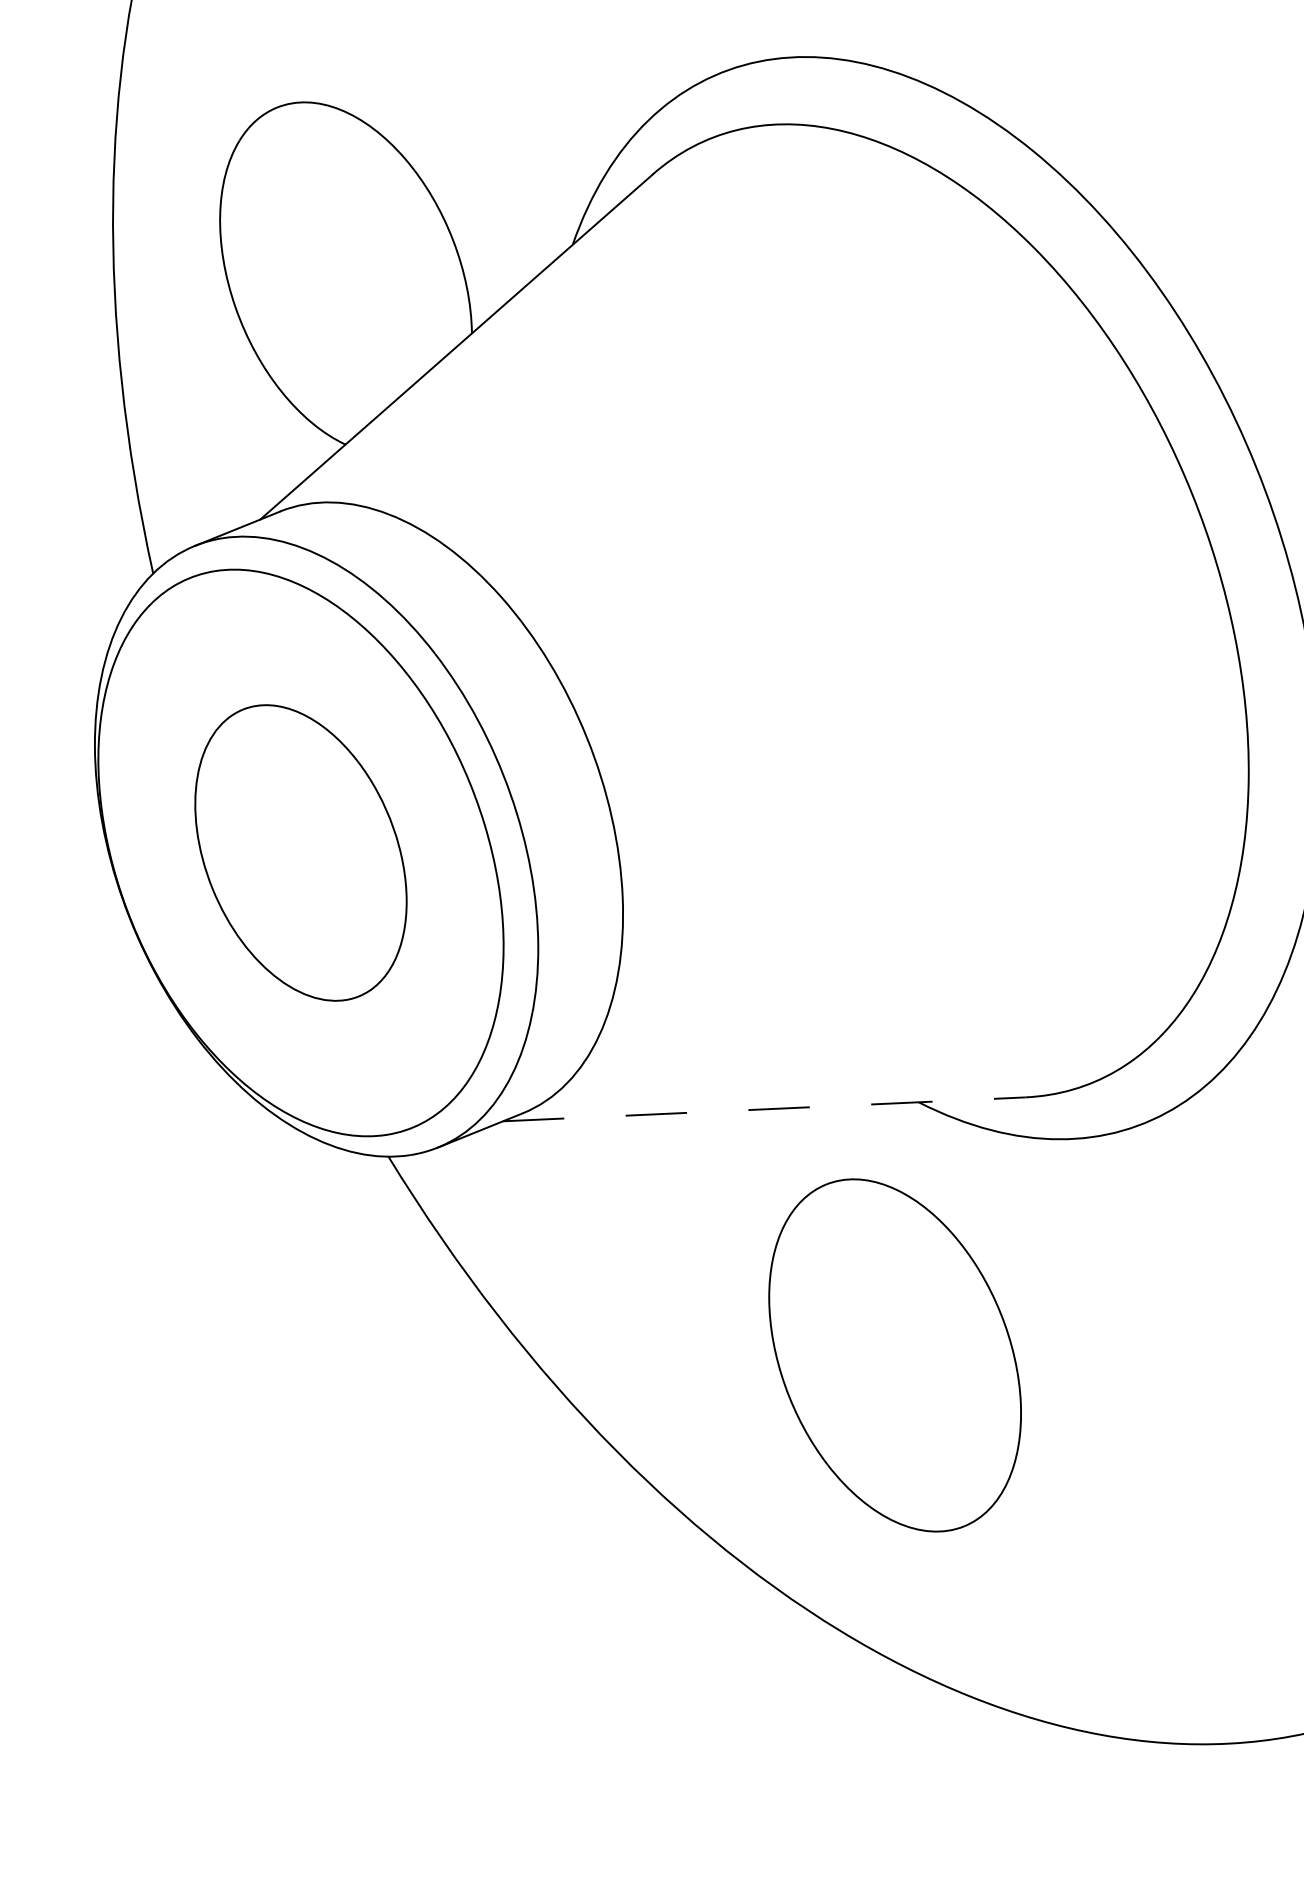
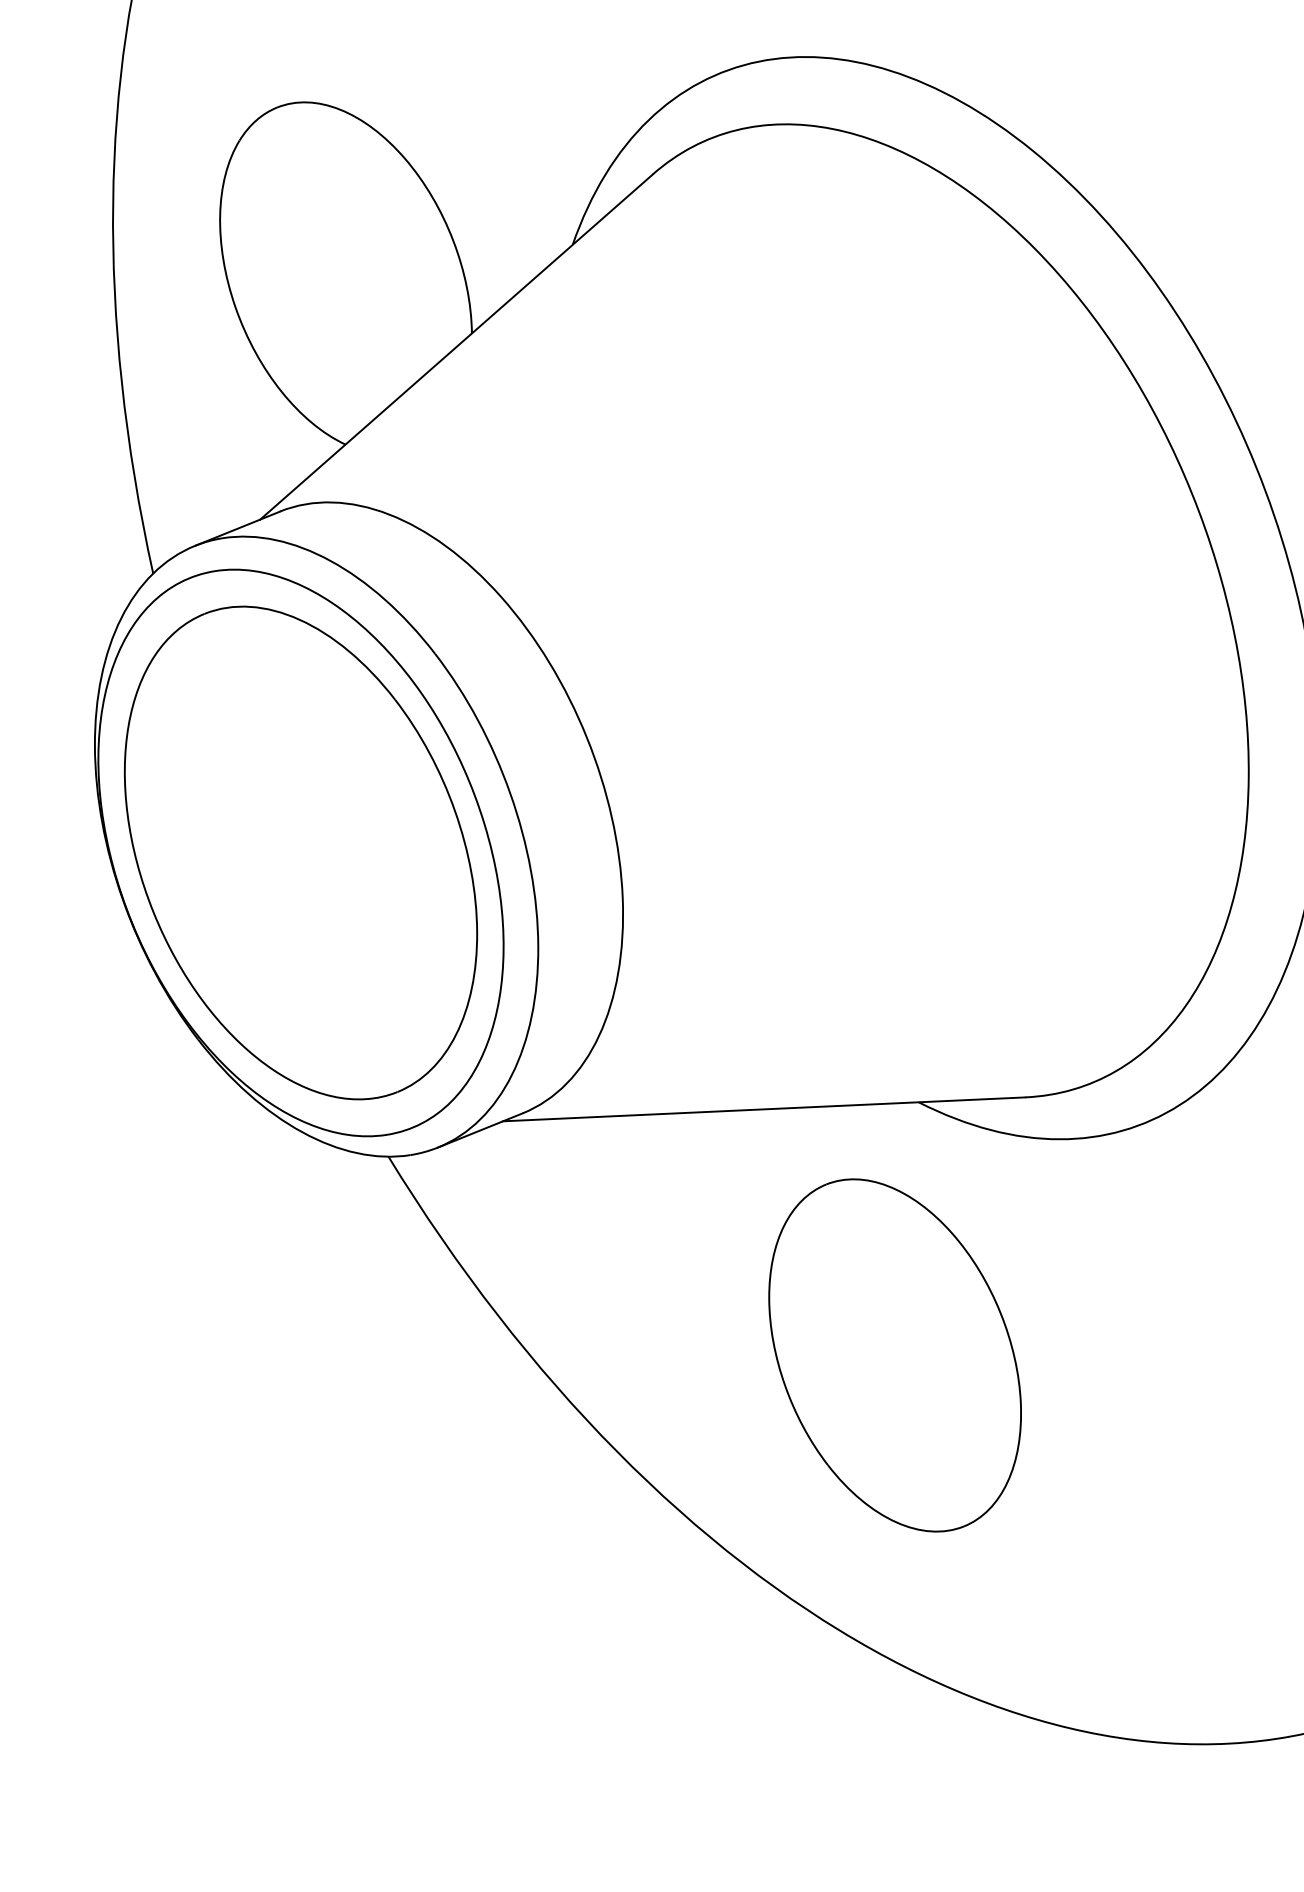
part at (300, 852) size: 214x298 px -> 356x496 px
line at (764, 1109): dashed -> solid
